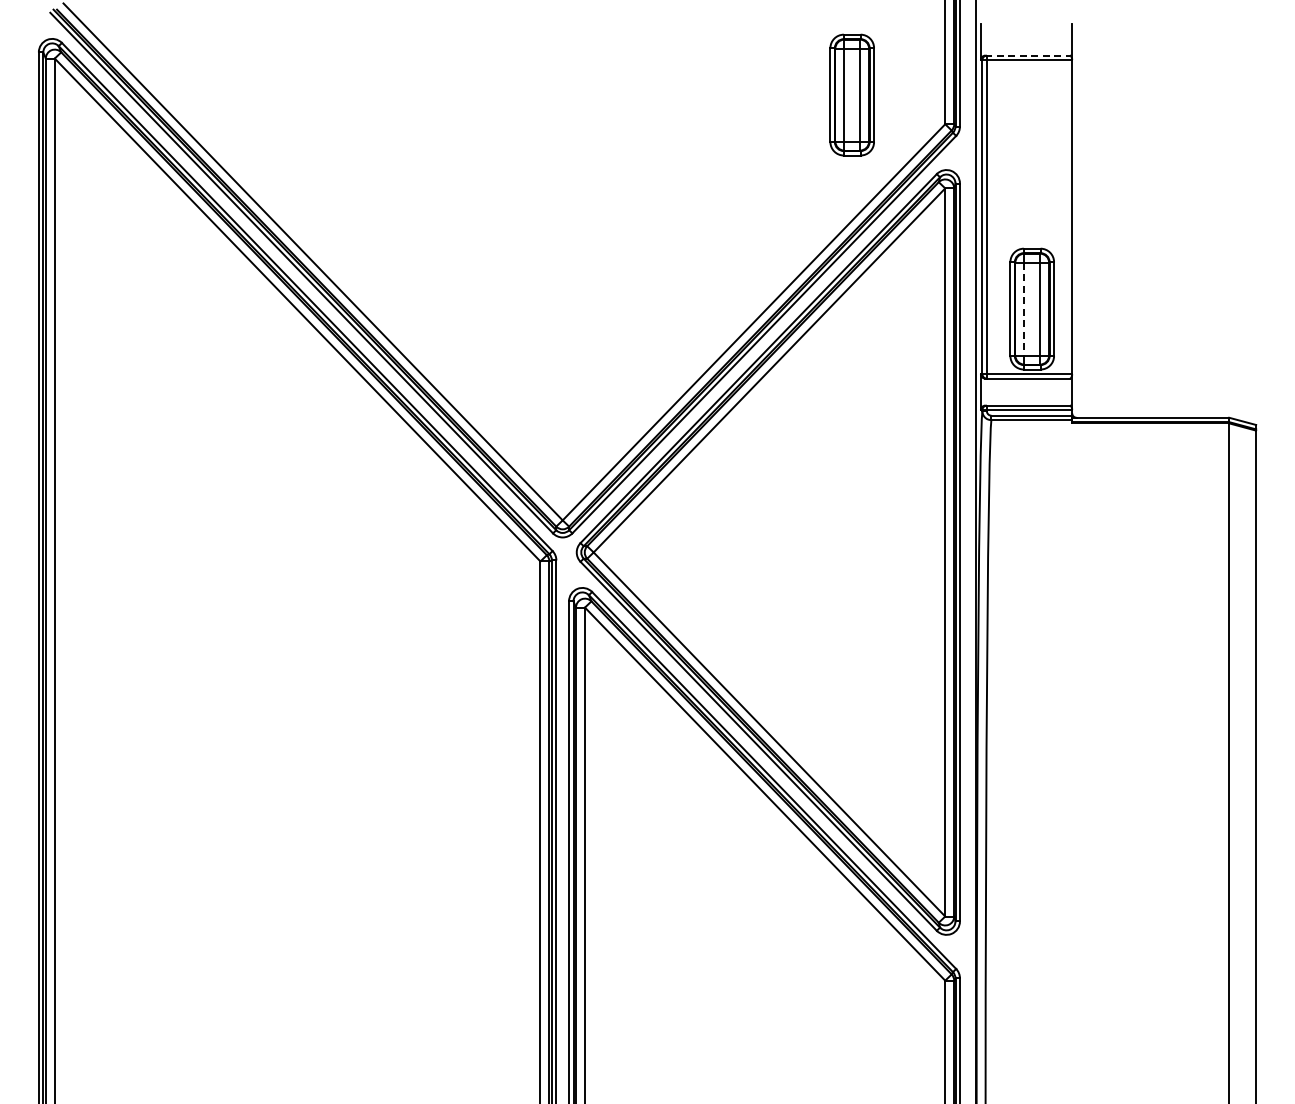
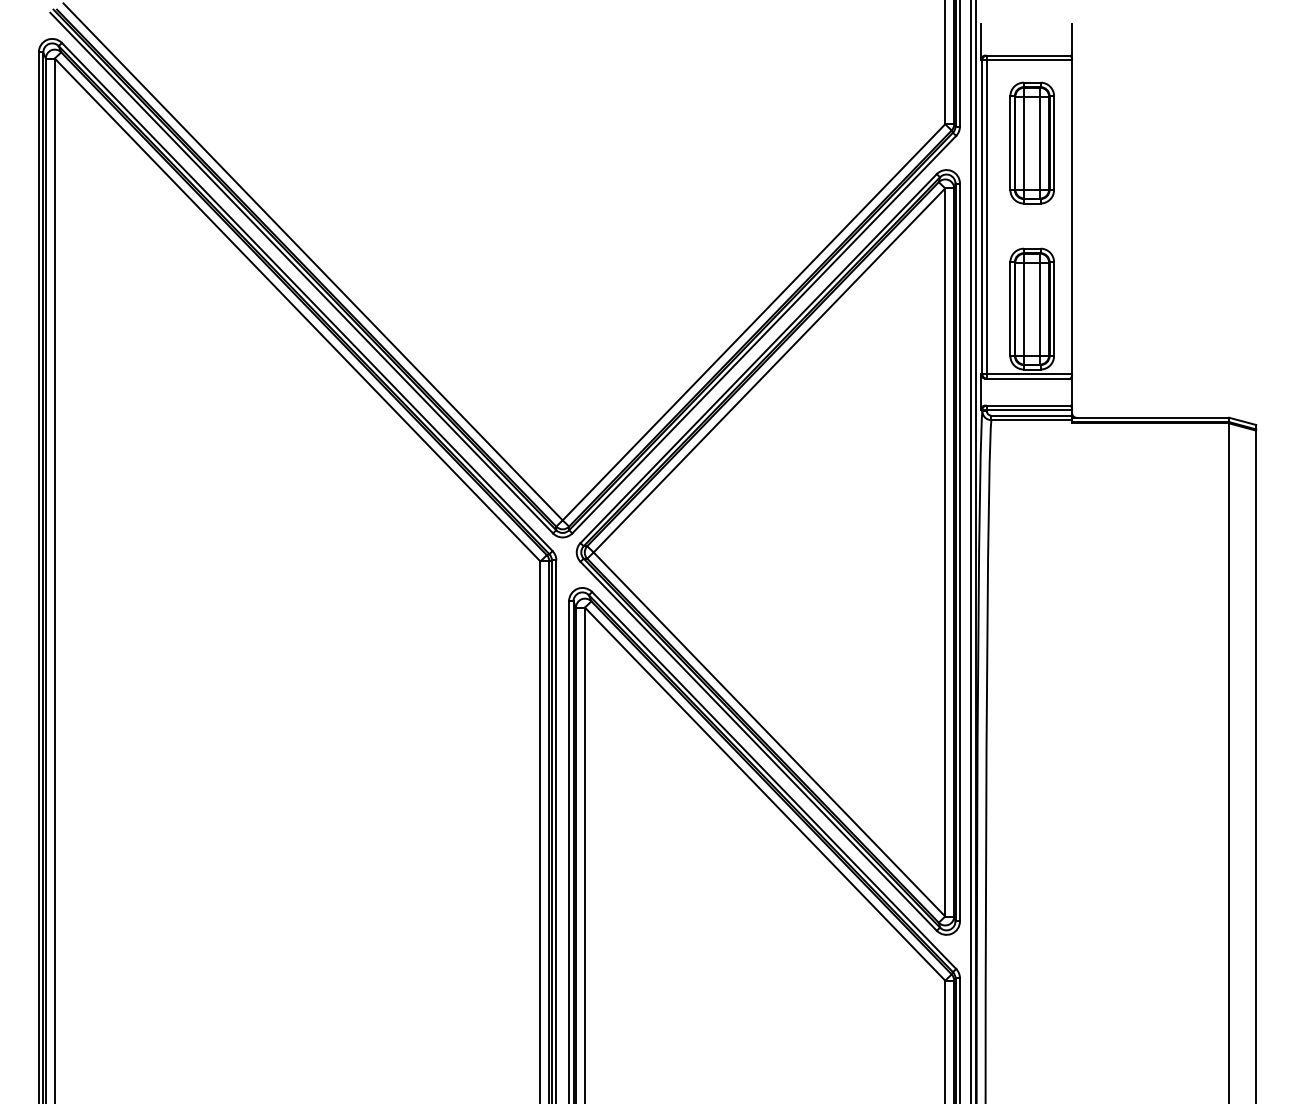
line at (1028, 55): dashed -> solid
part at (851, 94) position: (851, 94) -> (1031, 142)
line at (1024, 309): dashed -> solid
line at (971, 551): none -> present
